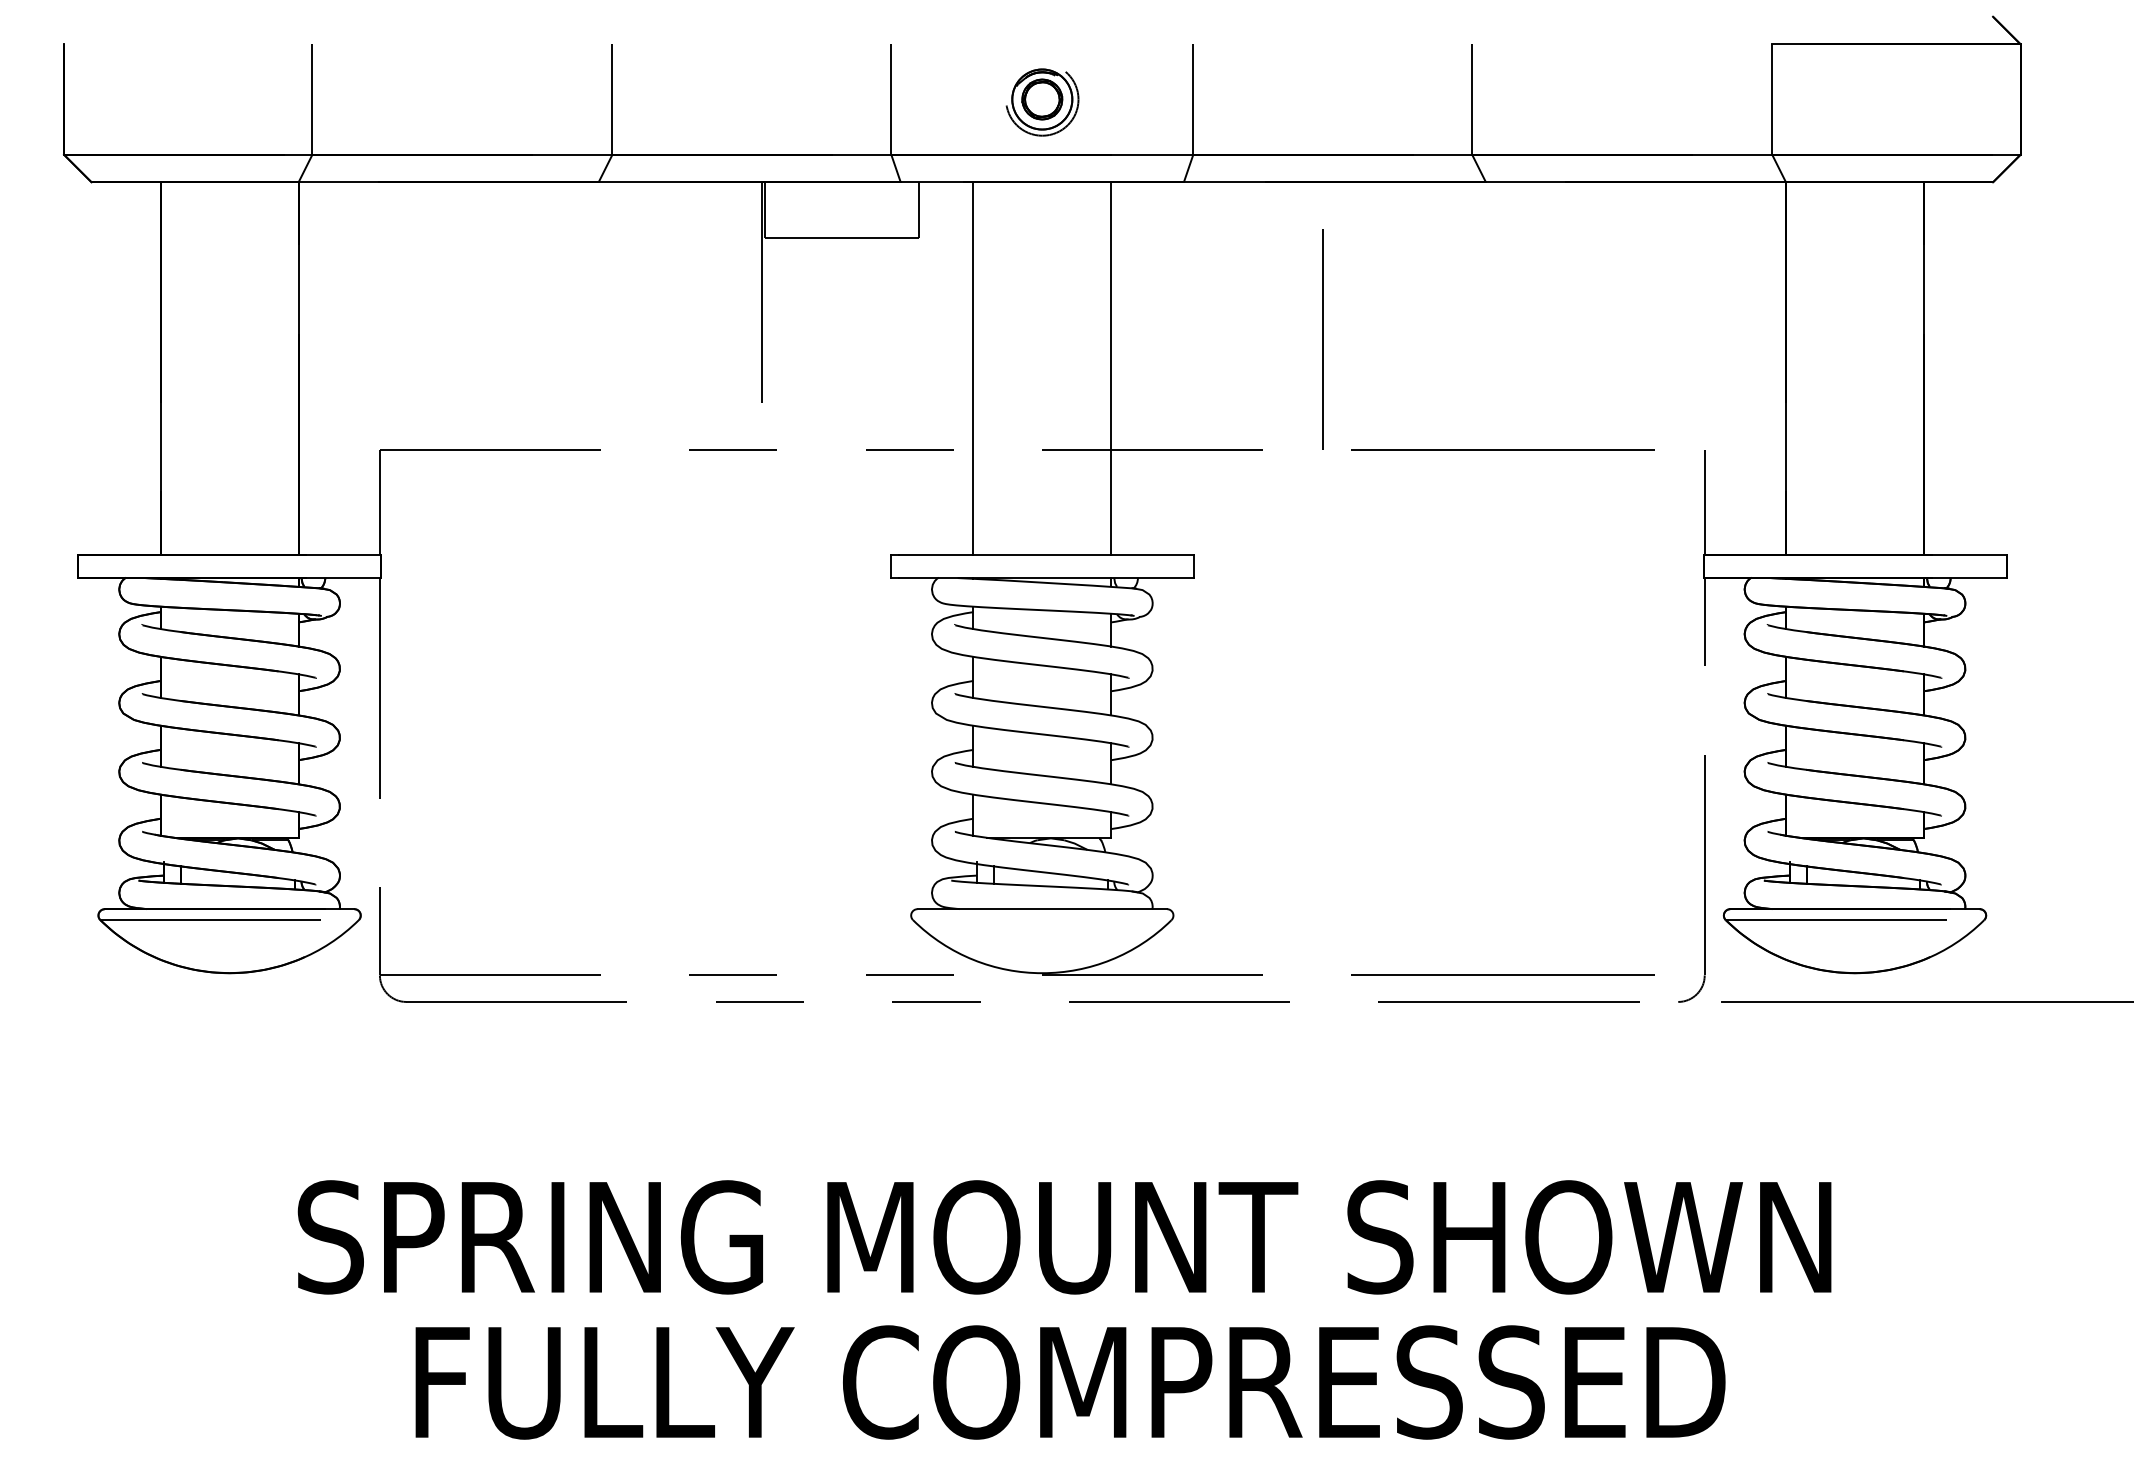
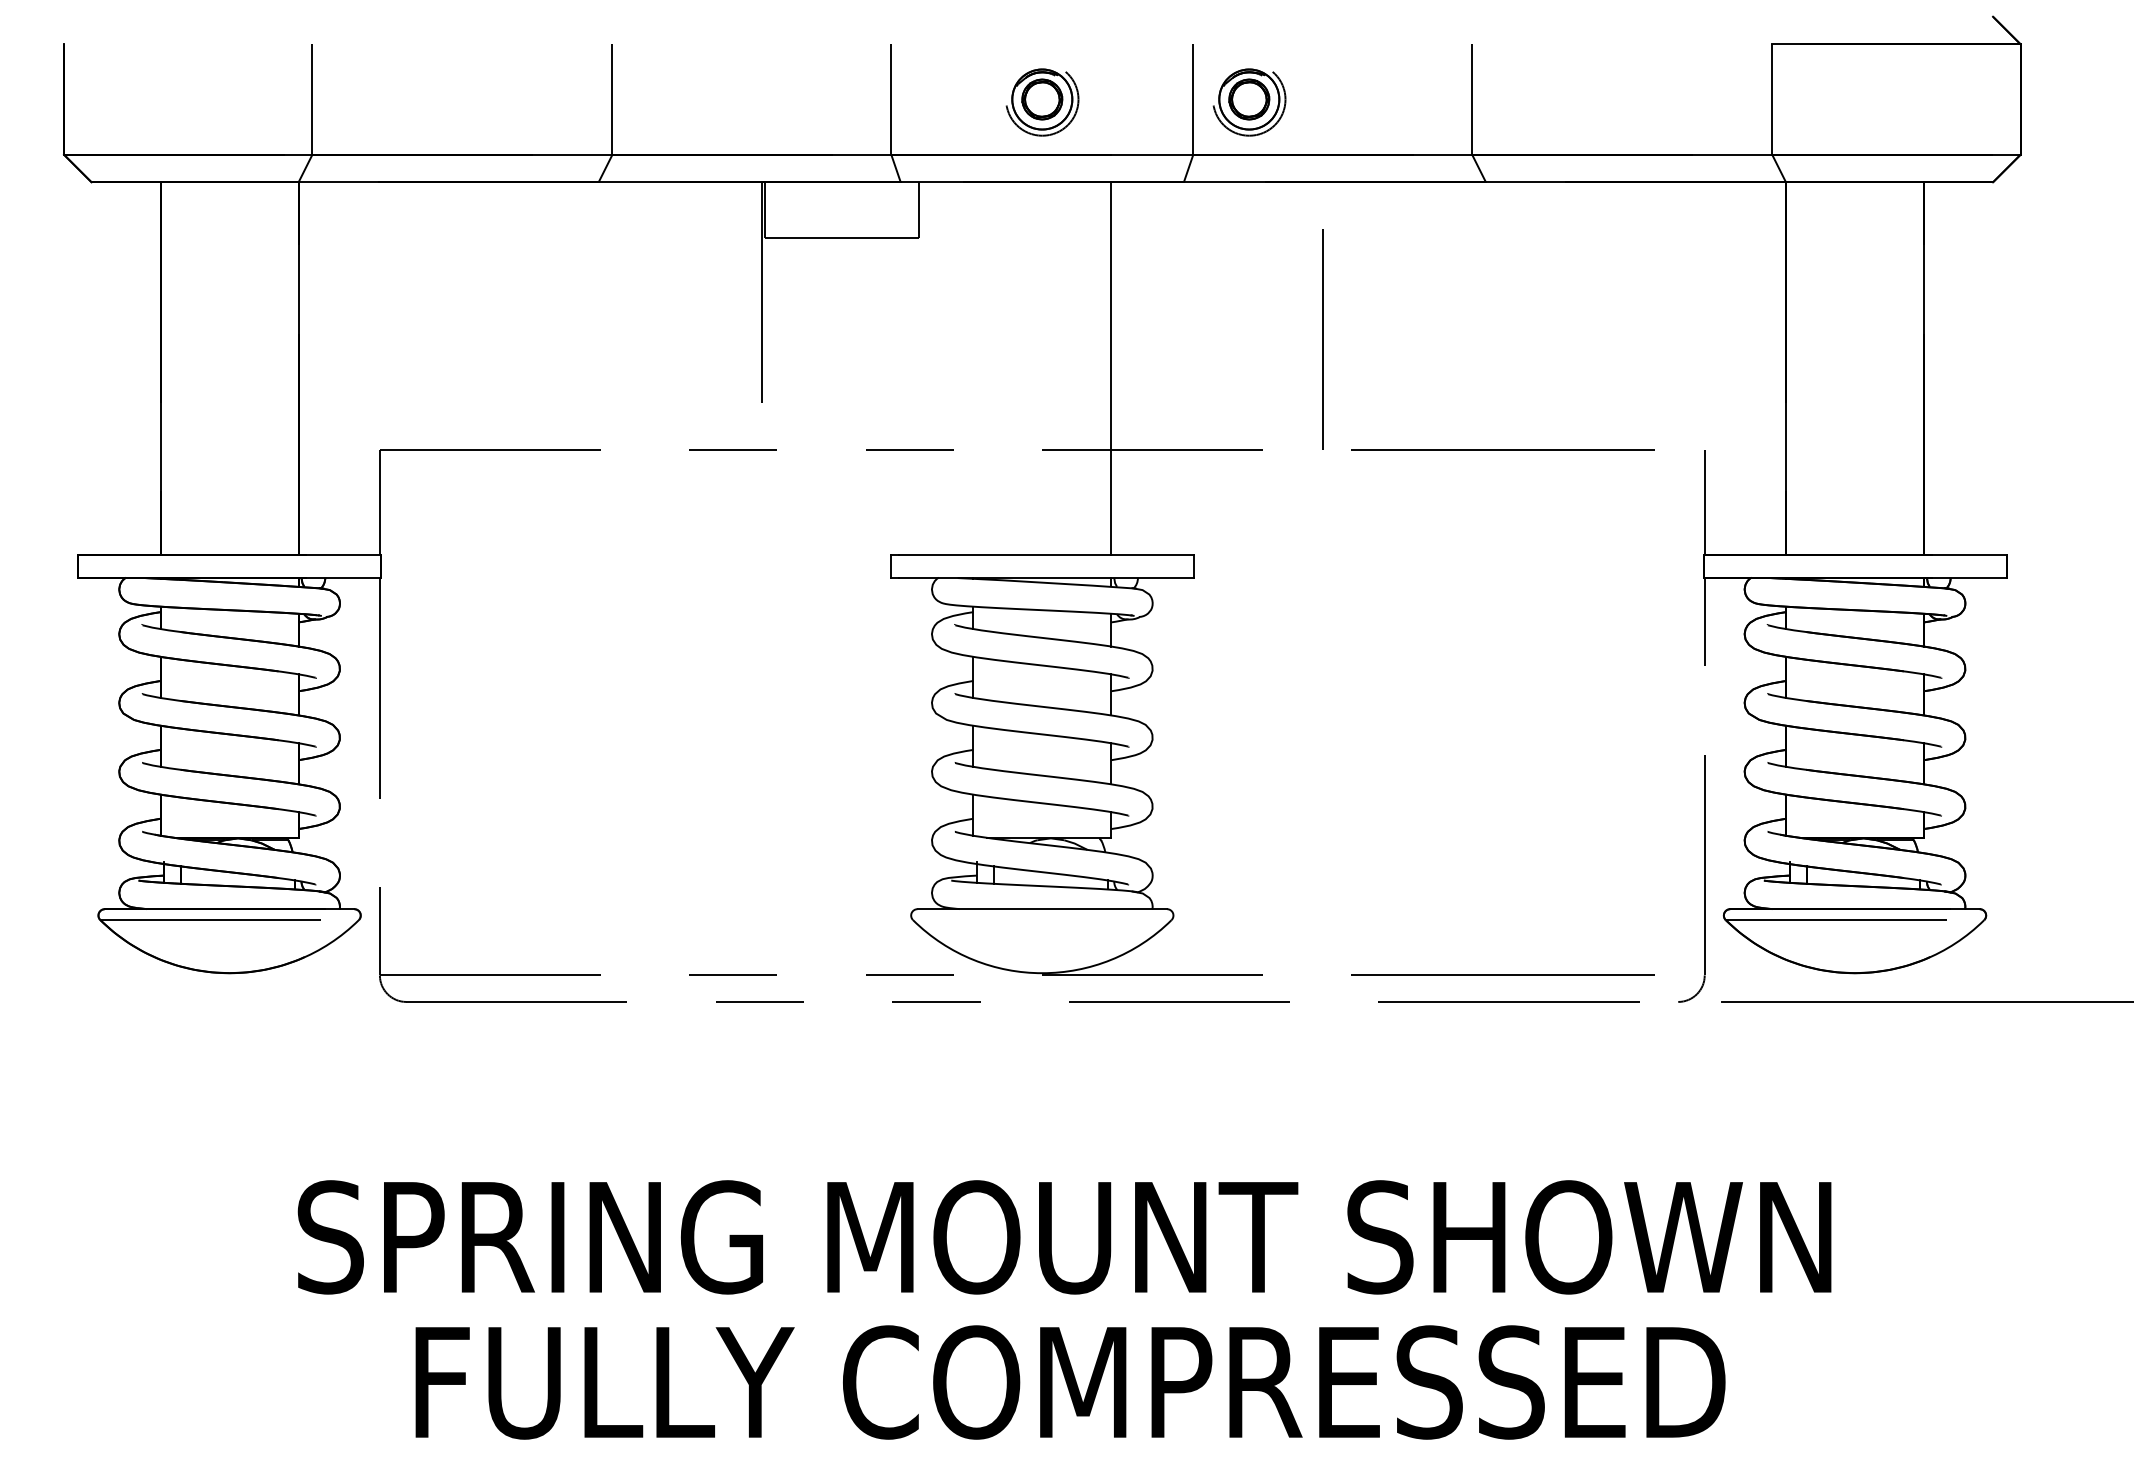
part at (1249, 102): none -> present
line at (973, 368): present -> none
